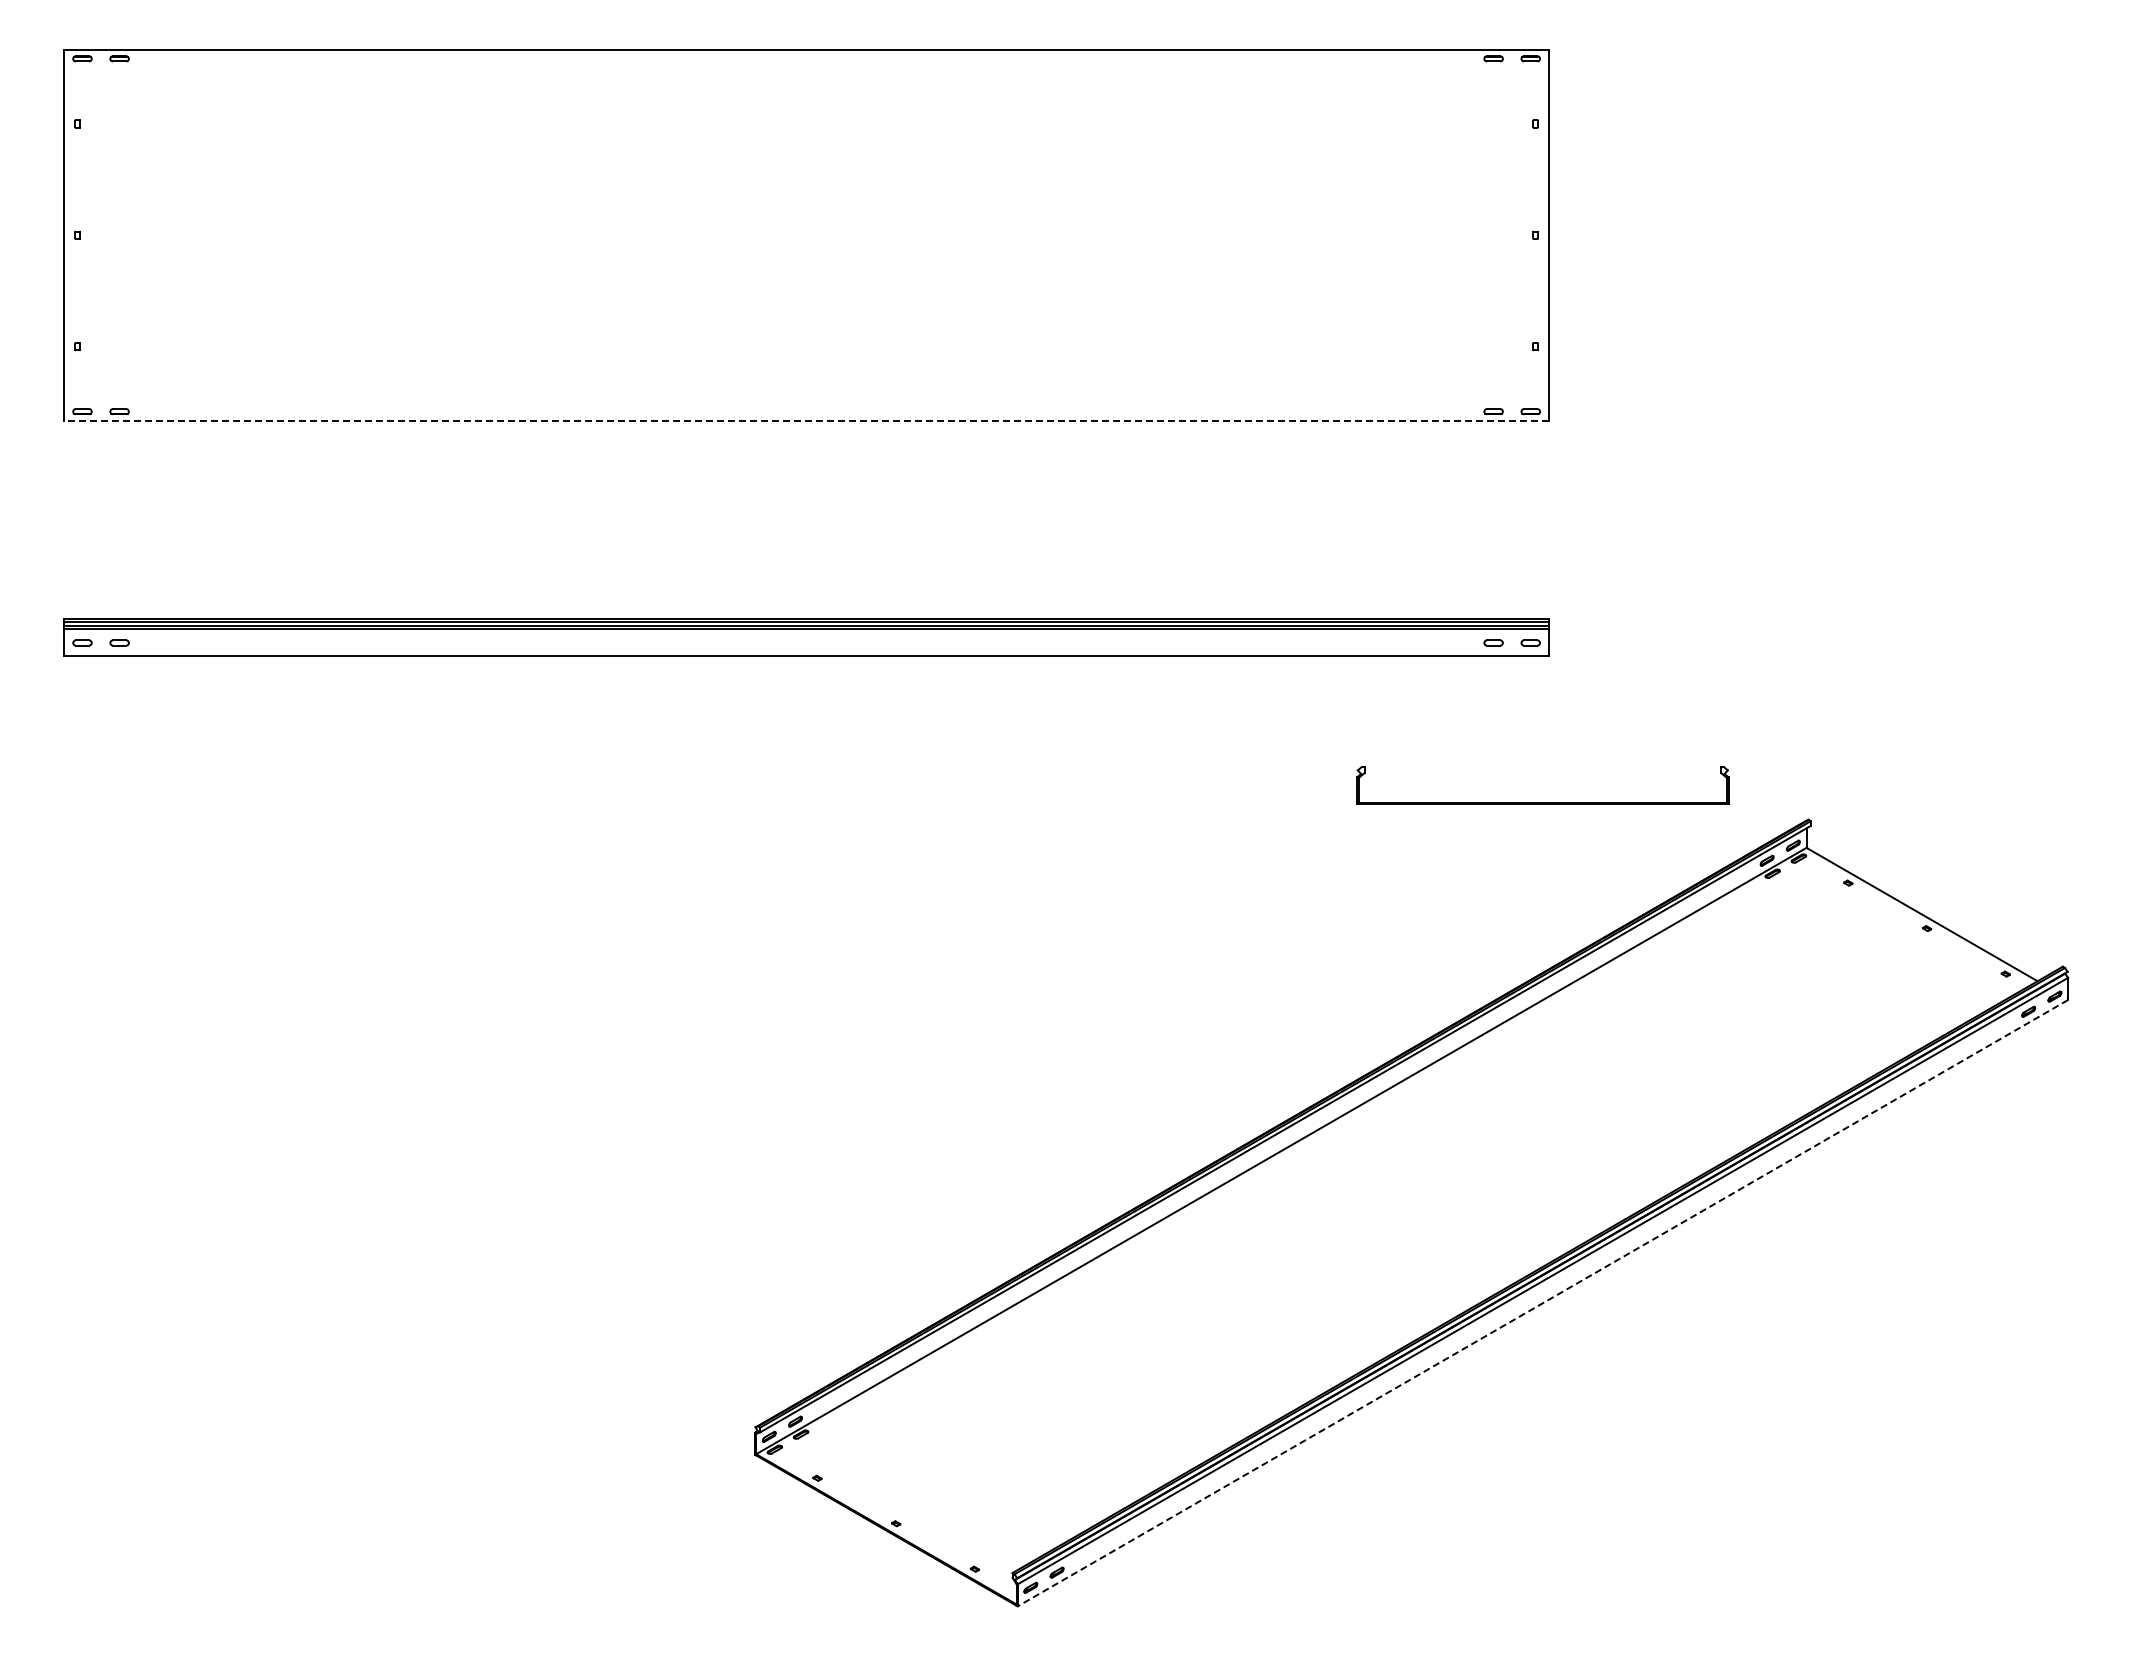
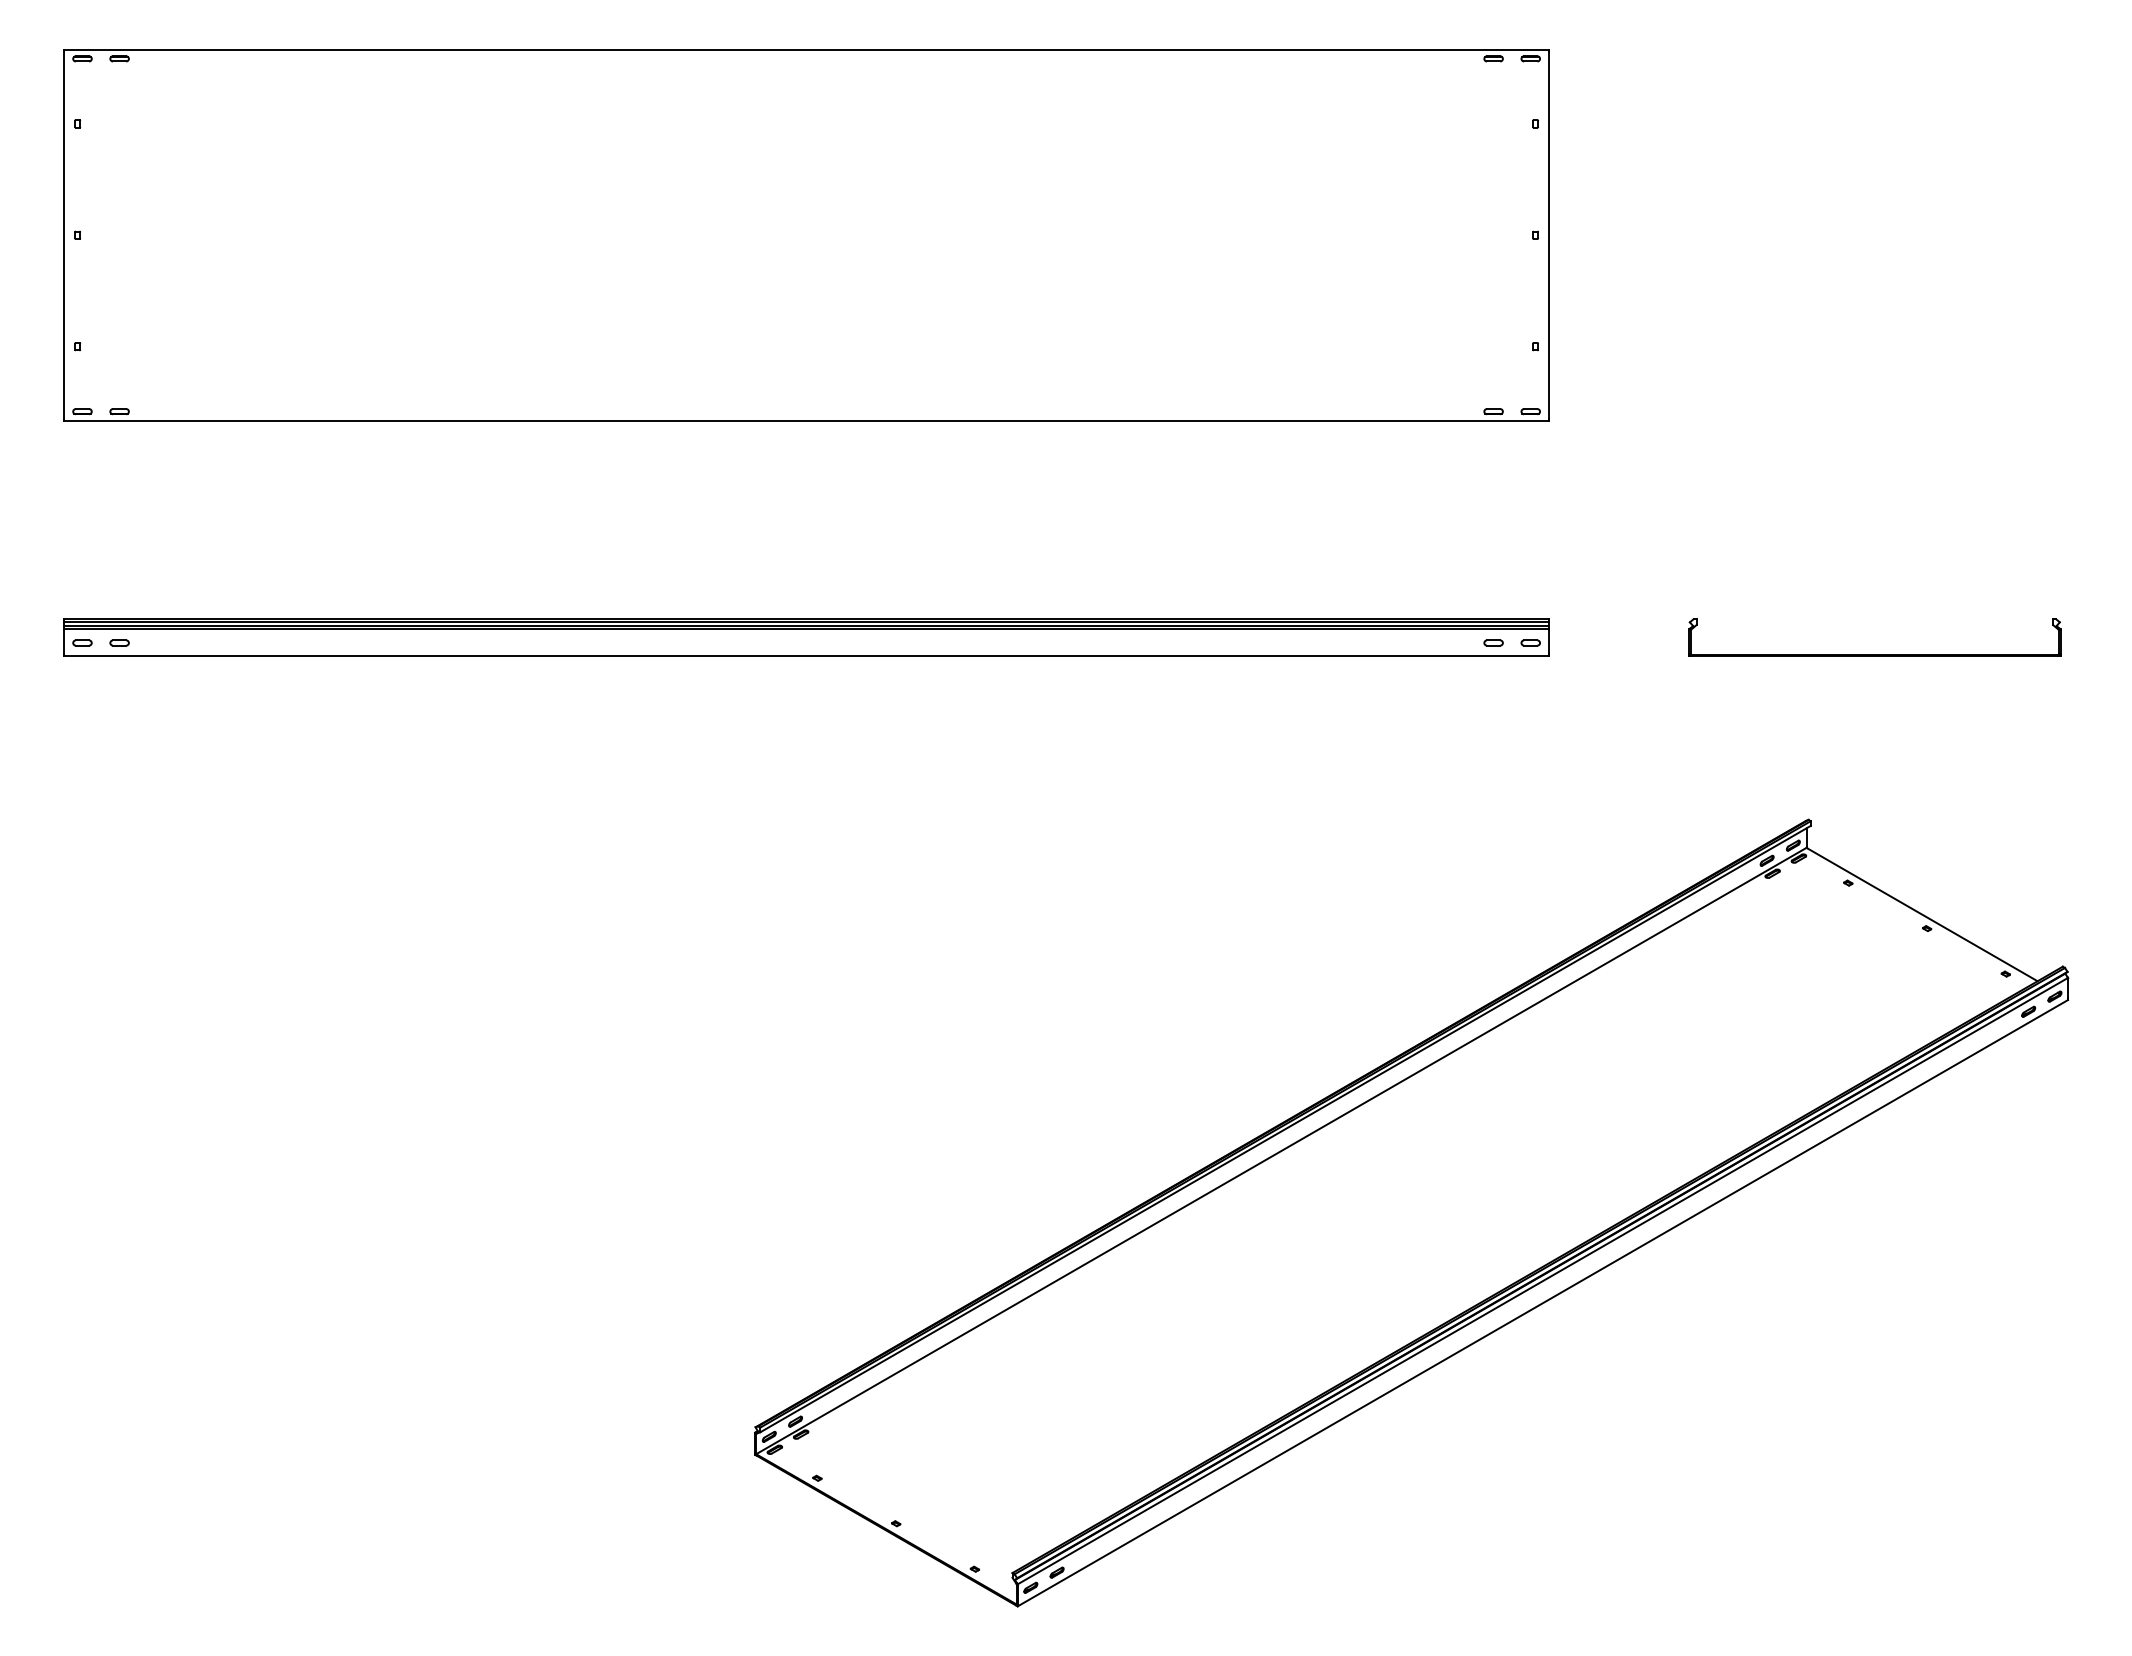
line at (806, 420): dashed -> solid
part at (1542, 802) position: (1542, 802) -> (1874, 654)
line at (1542, 1303): dashed -> solid
